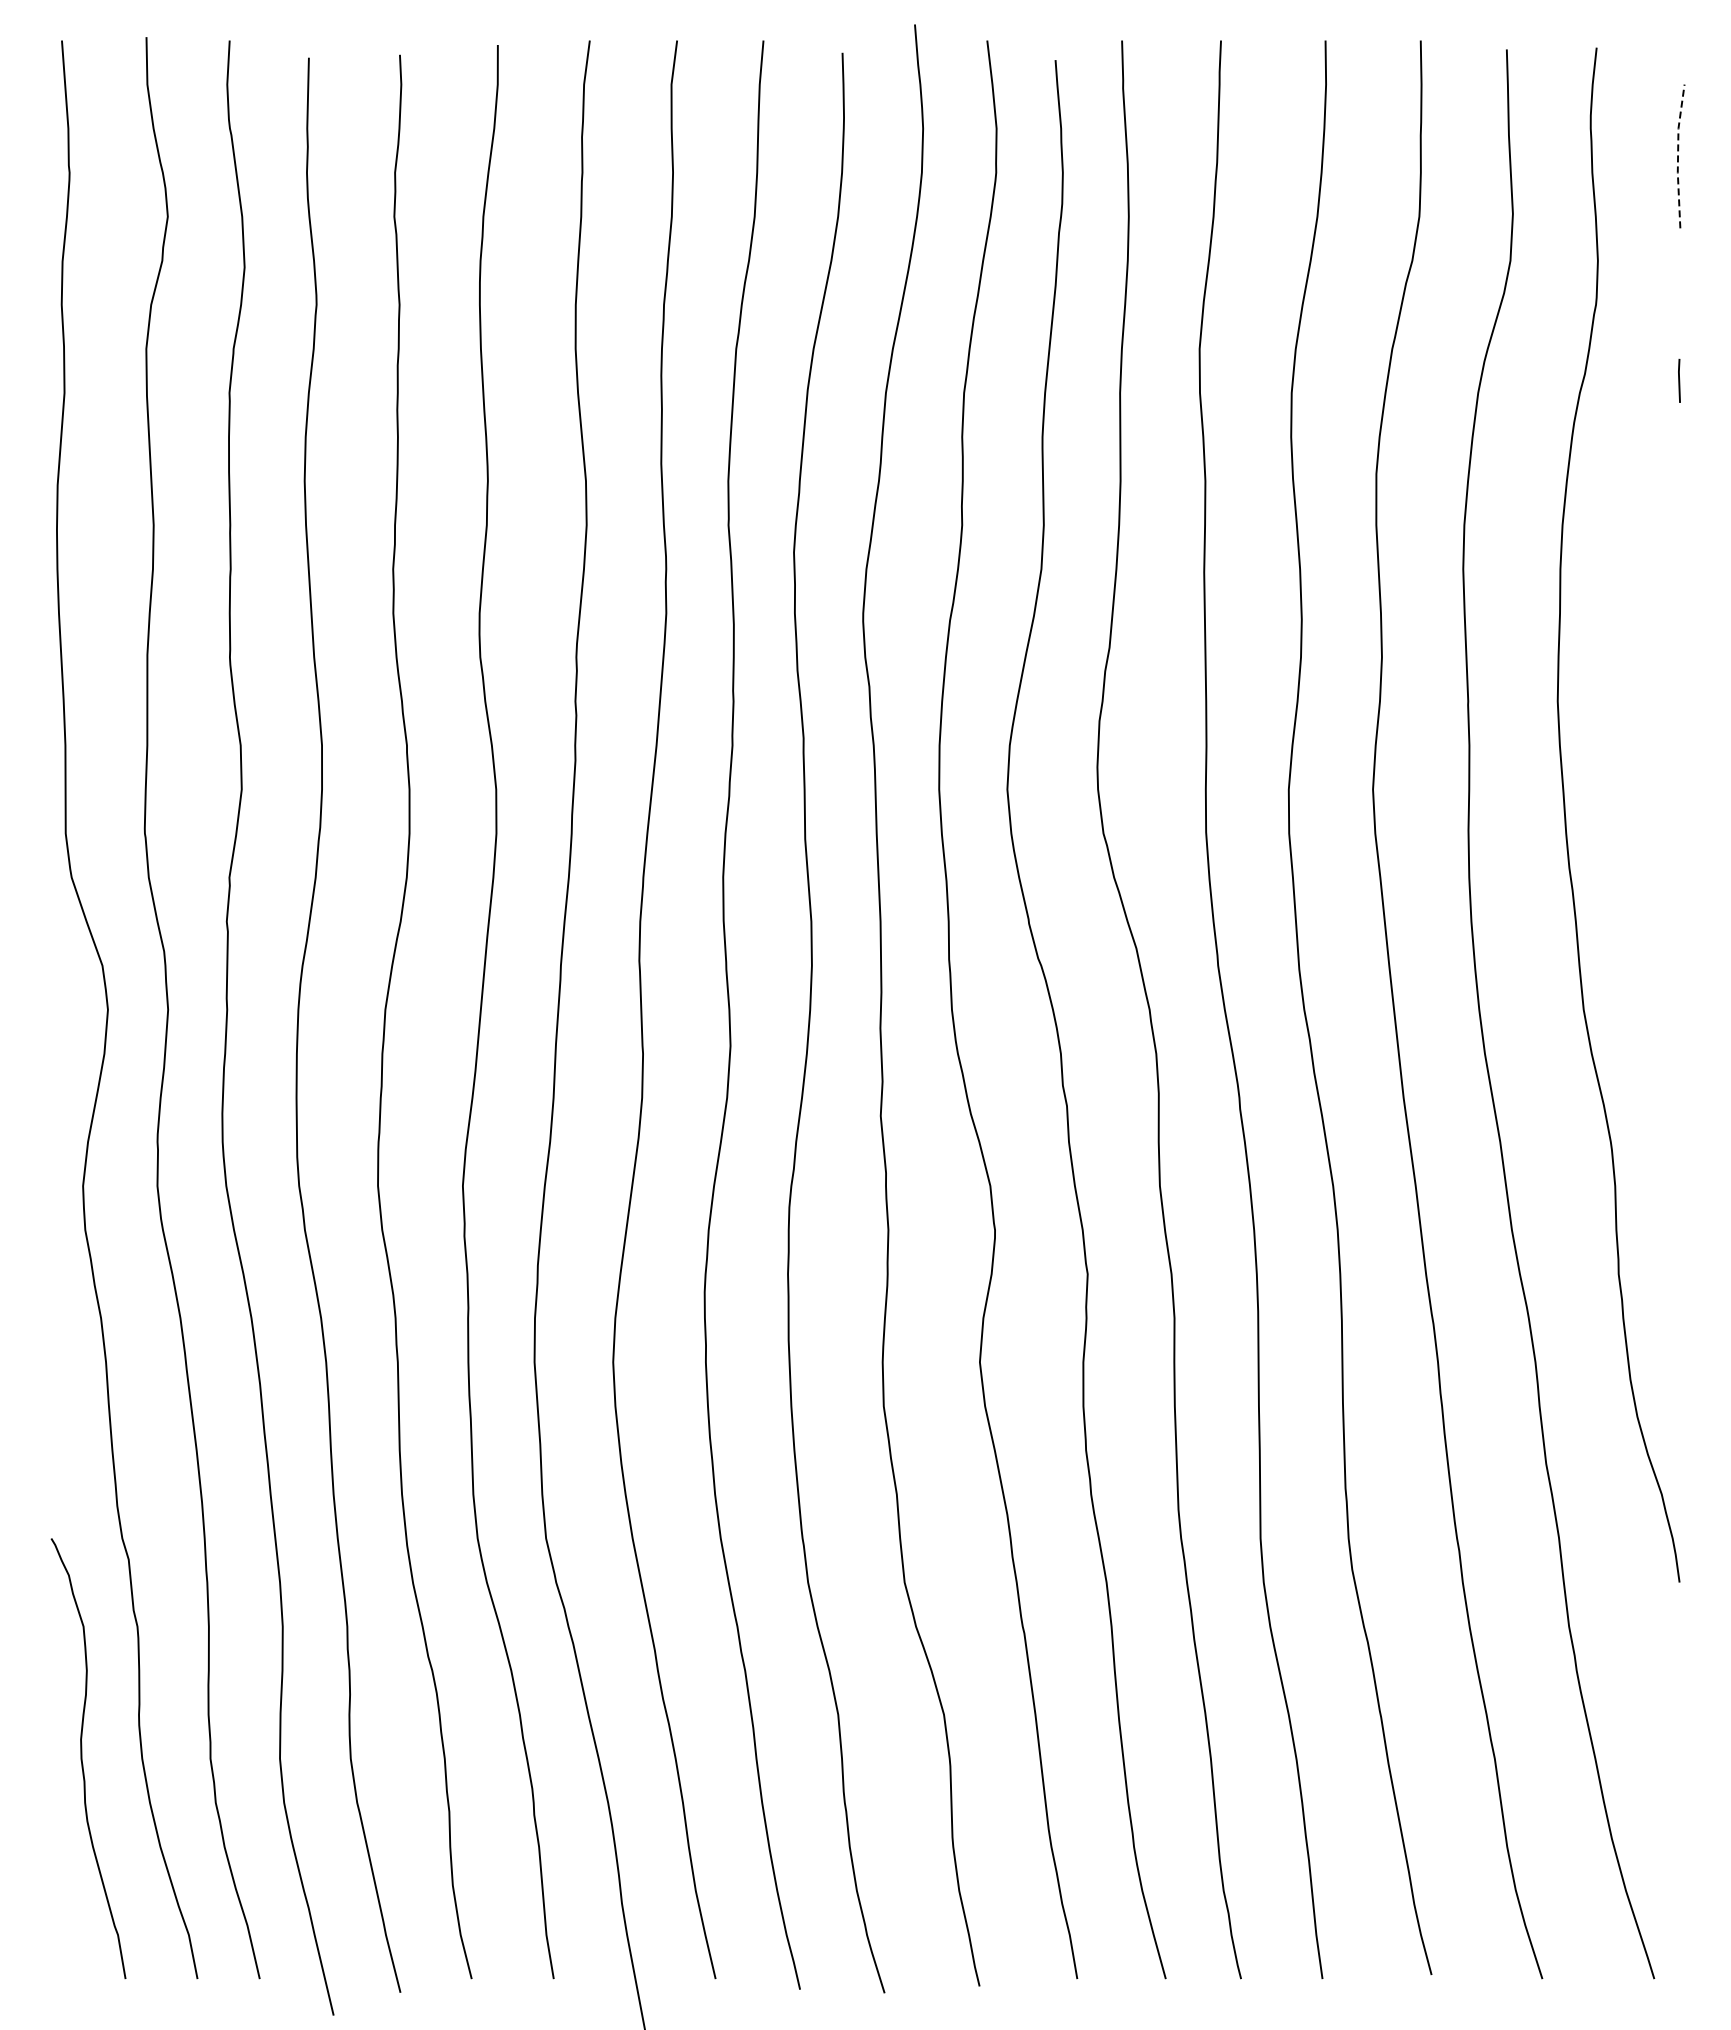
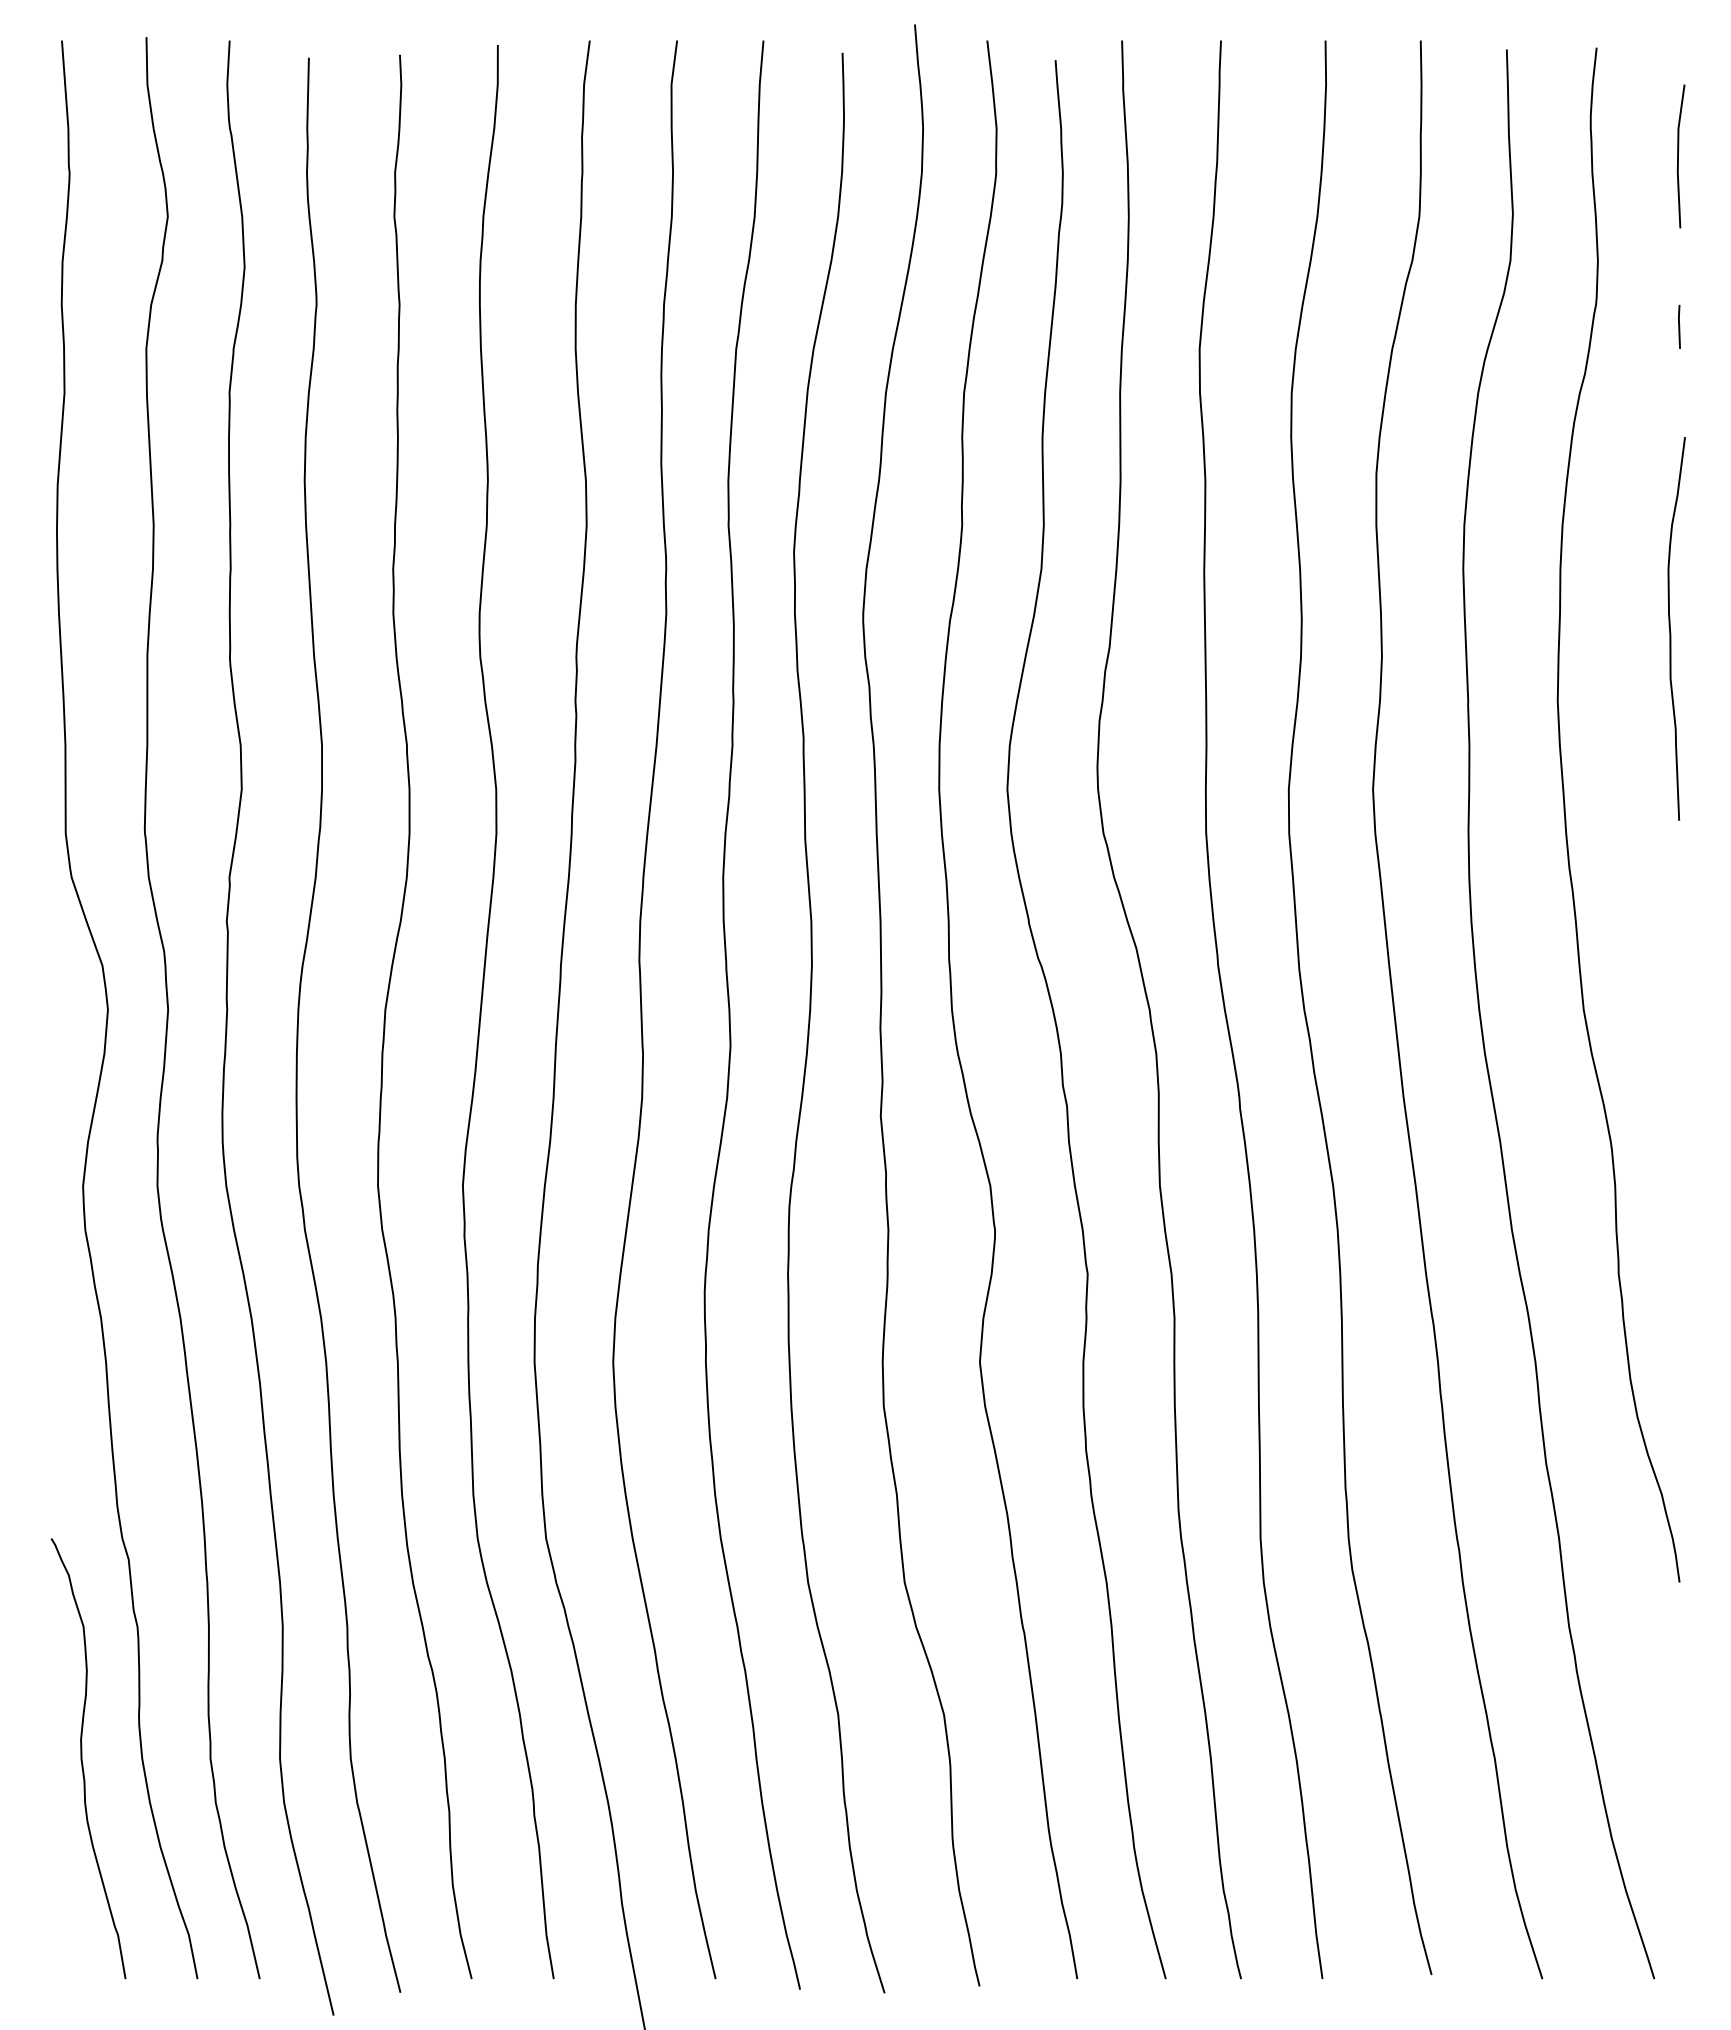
line at (1678, 156): dashed -> solid
line at (1679, 380) position: (1679, 380) -> (1679, 326)
curve at (1670, 628): none -> present
